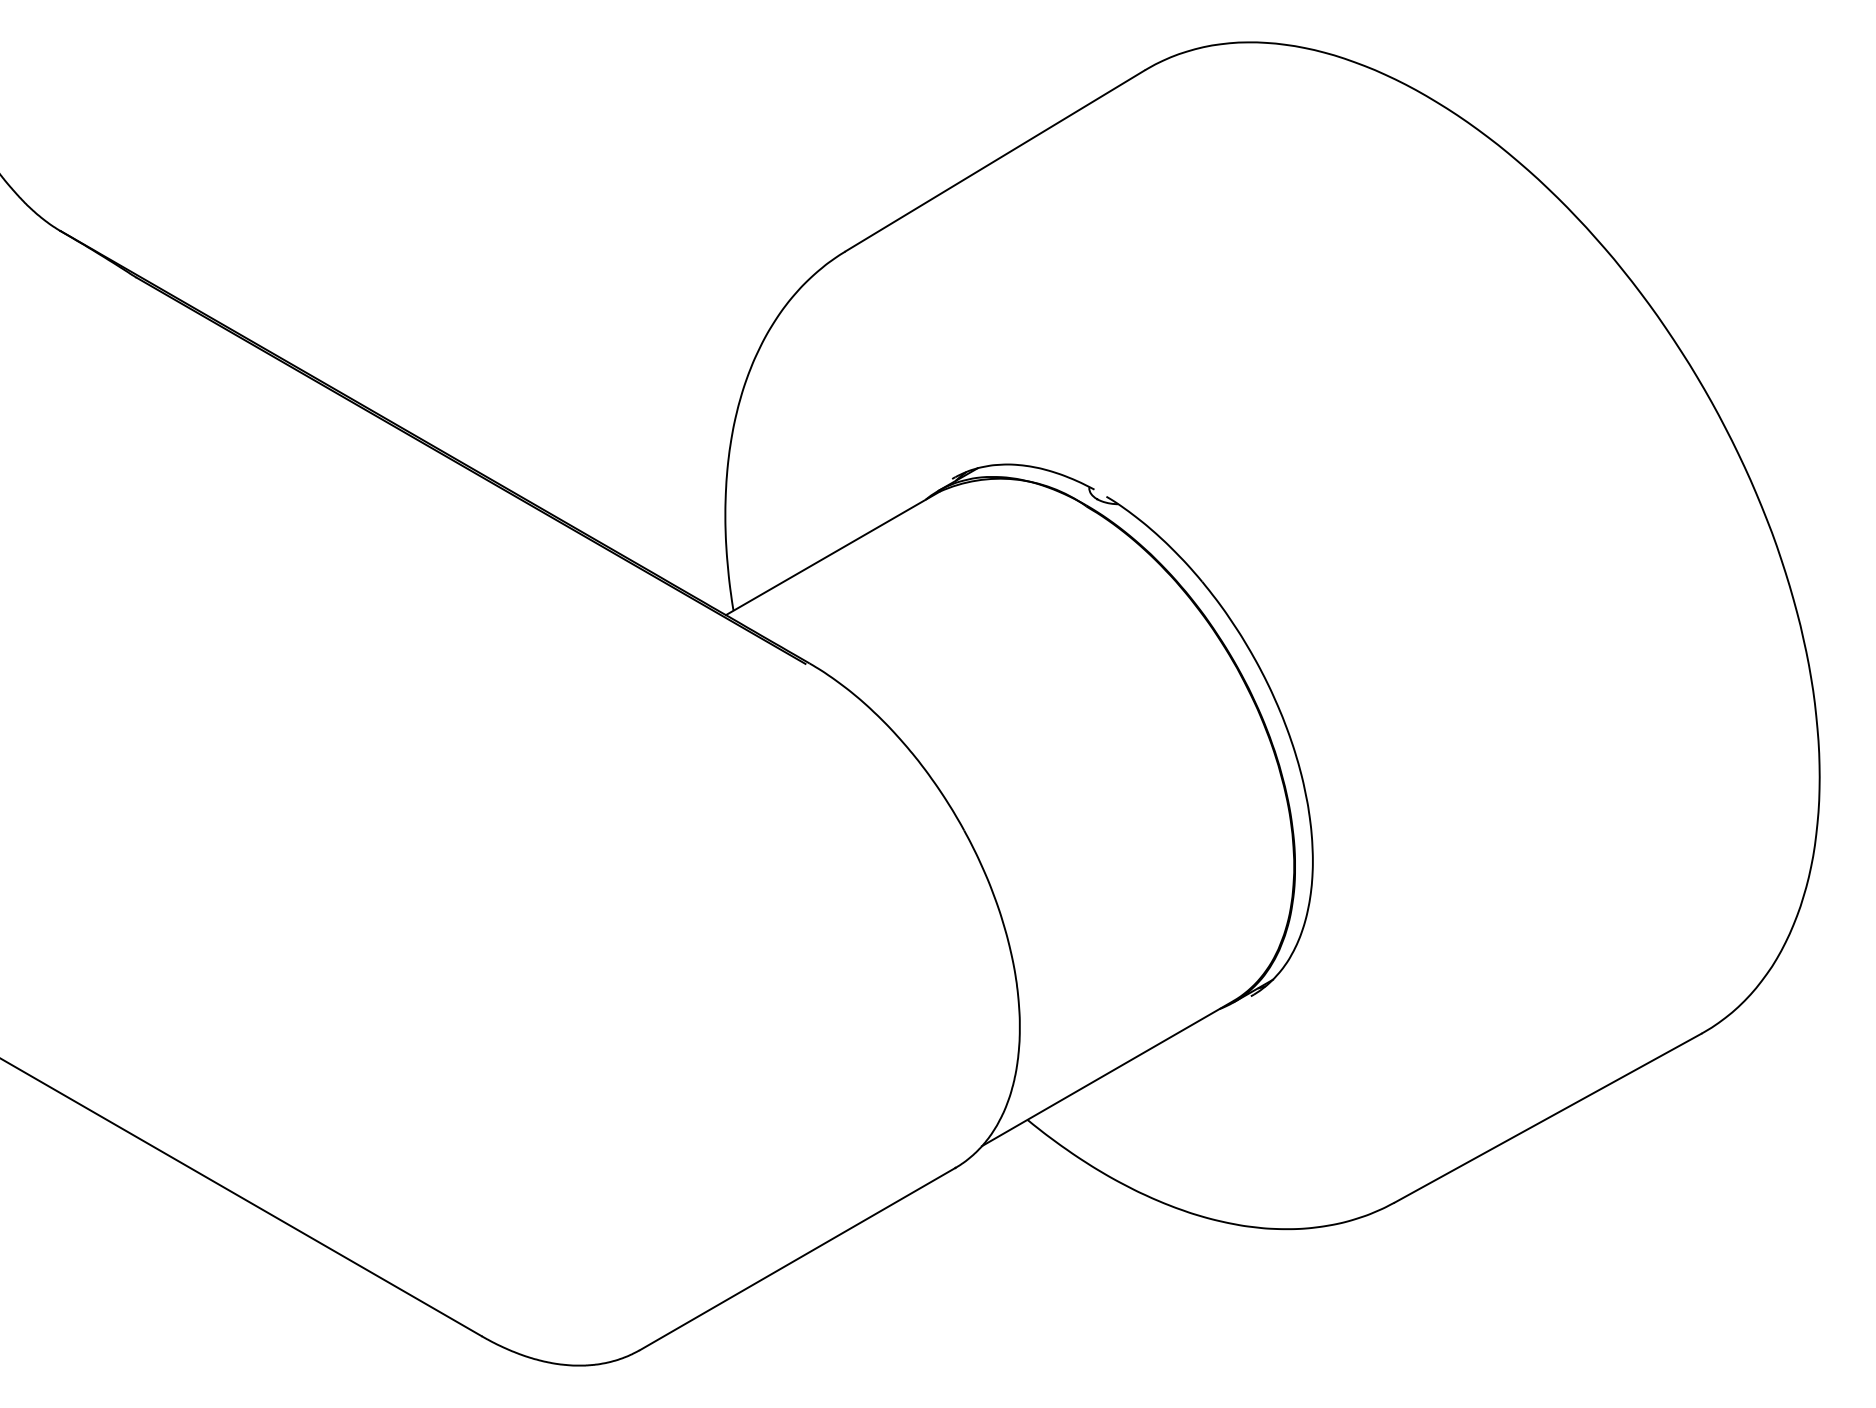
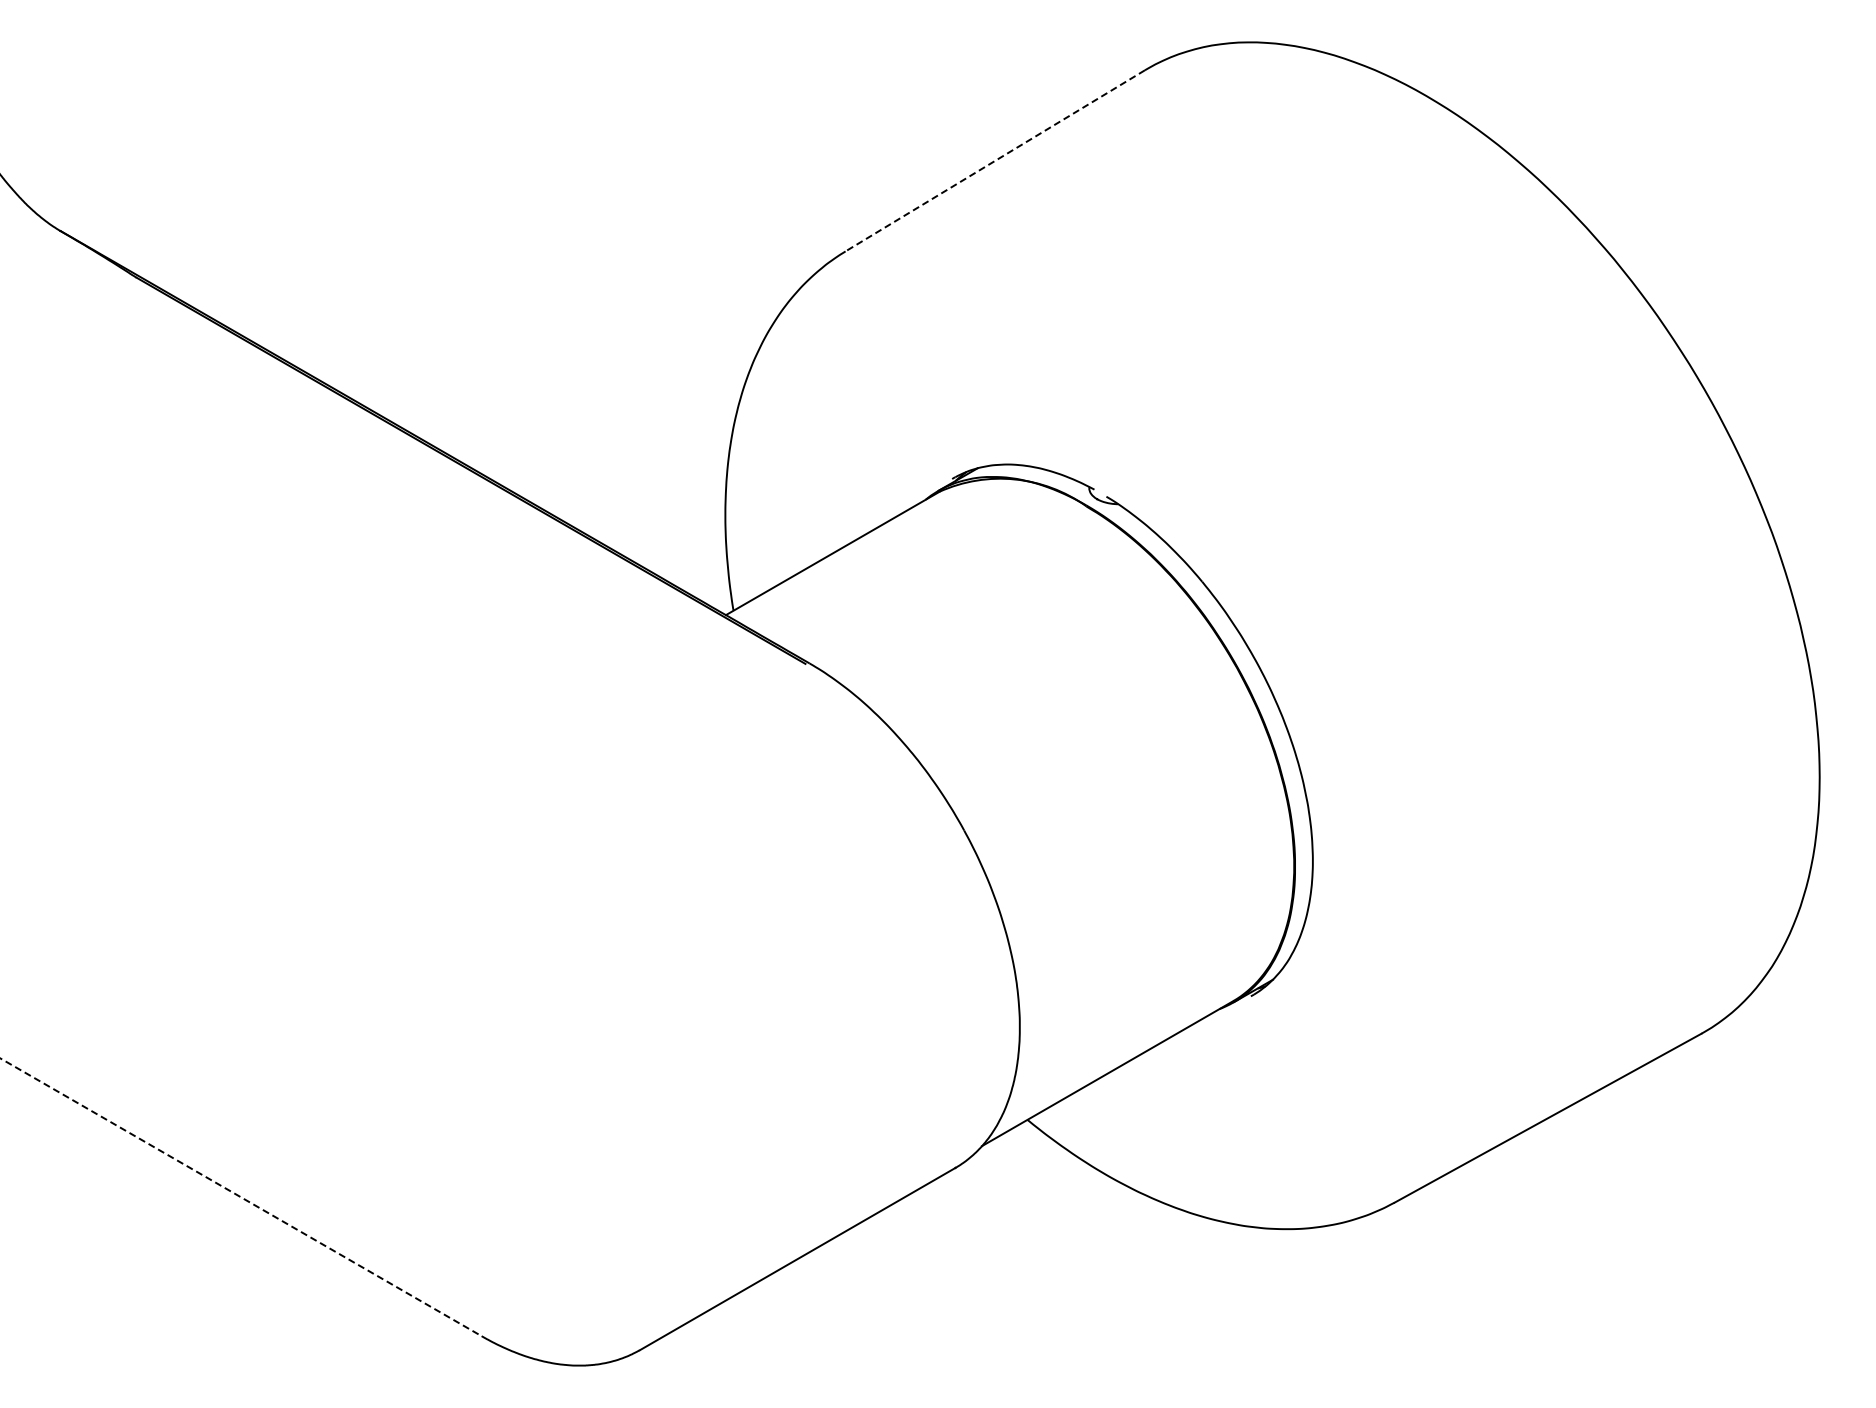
line at (995, 160): solid -> dashed
line at (241, 1197): solid -> dashed
